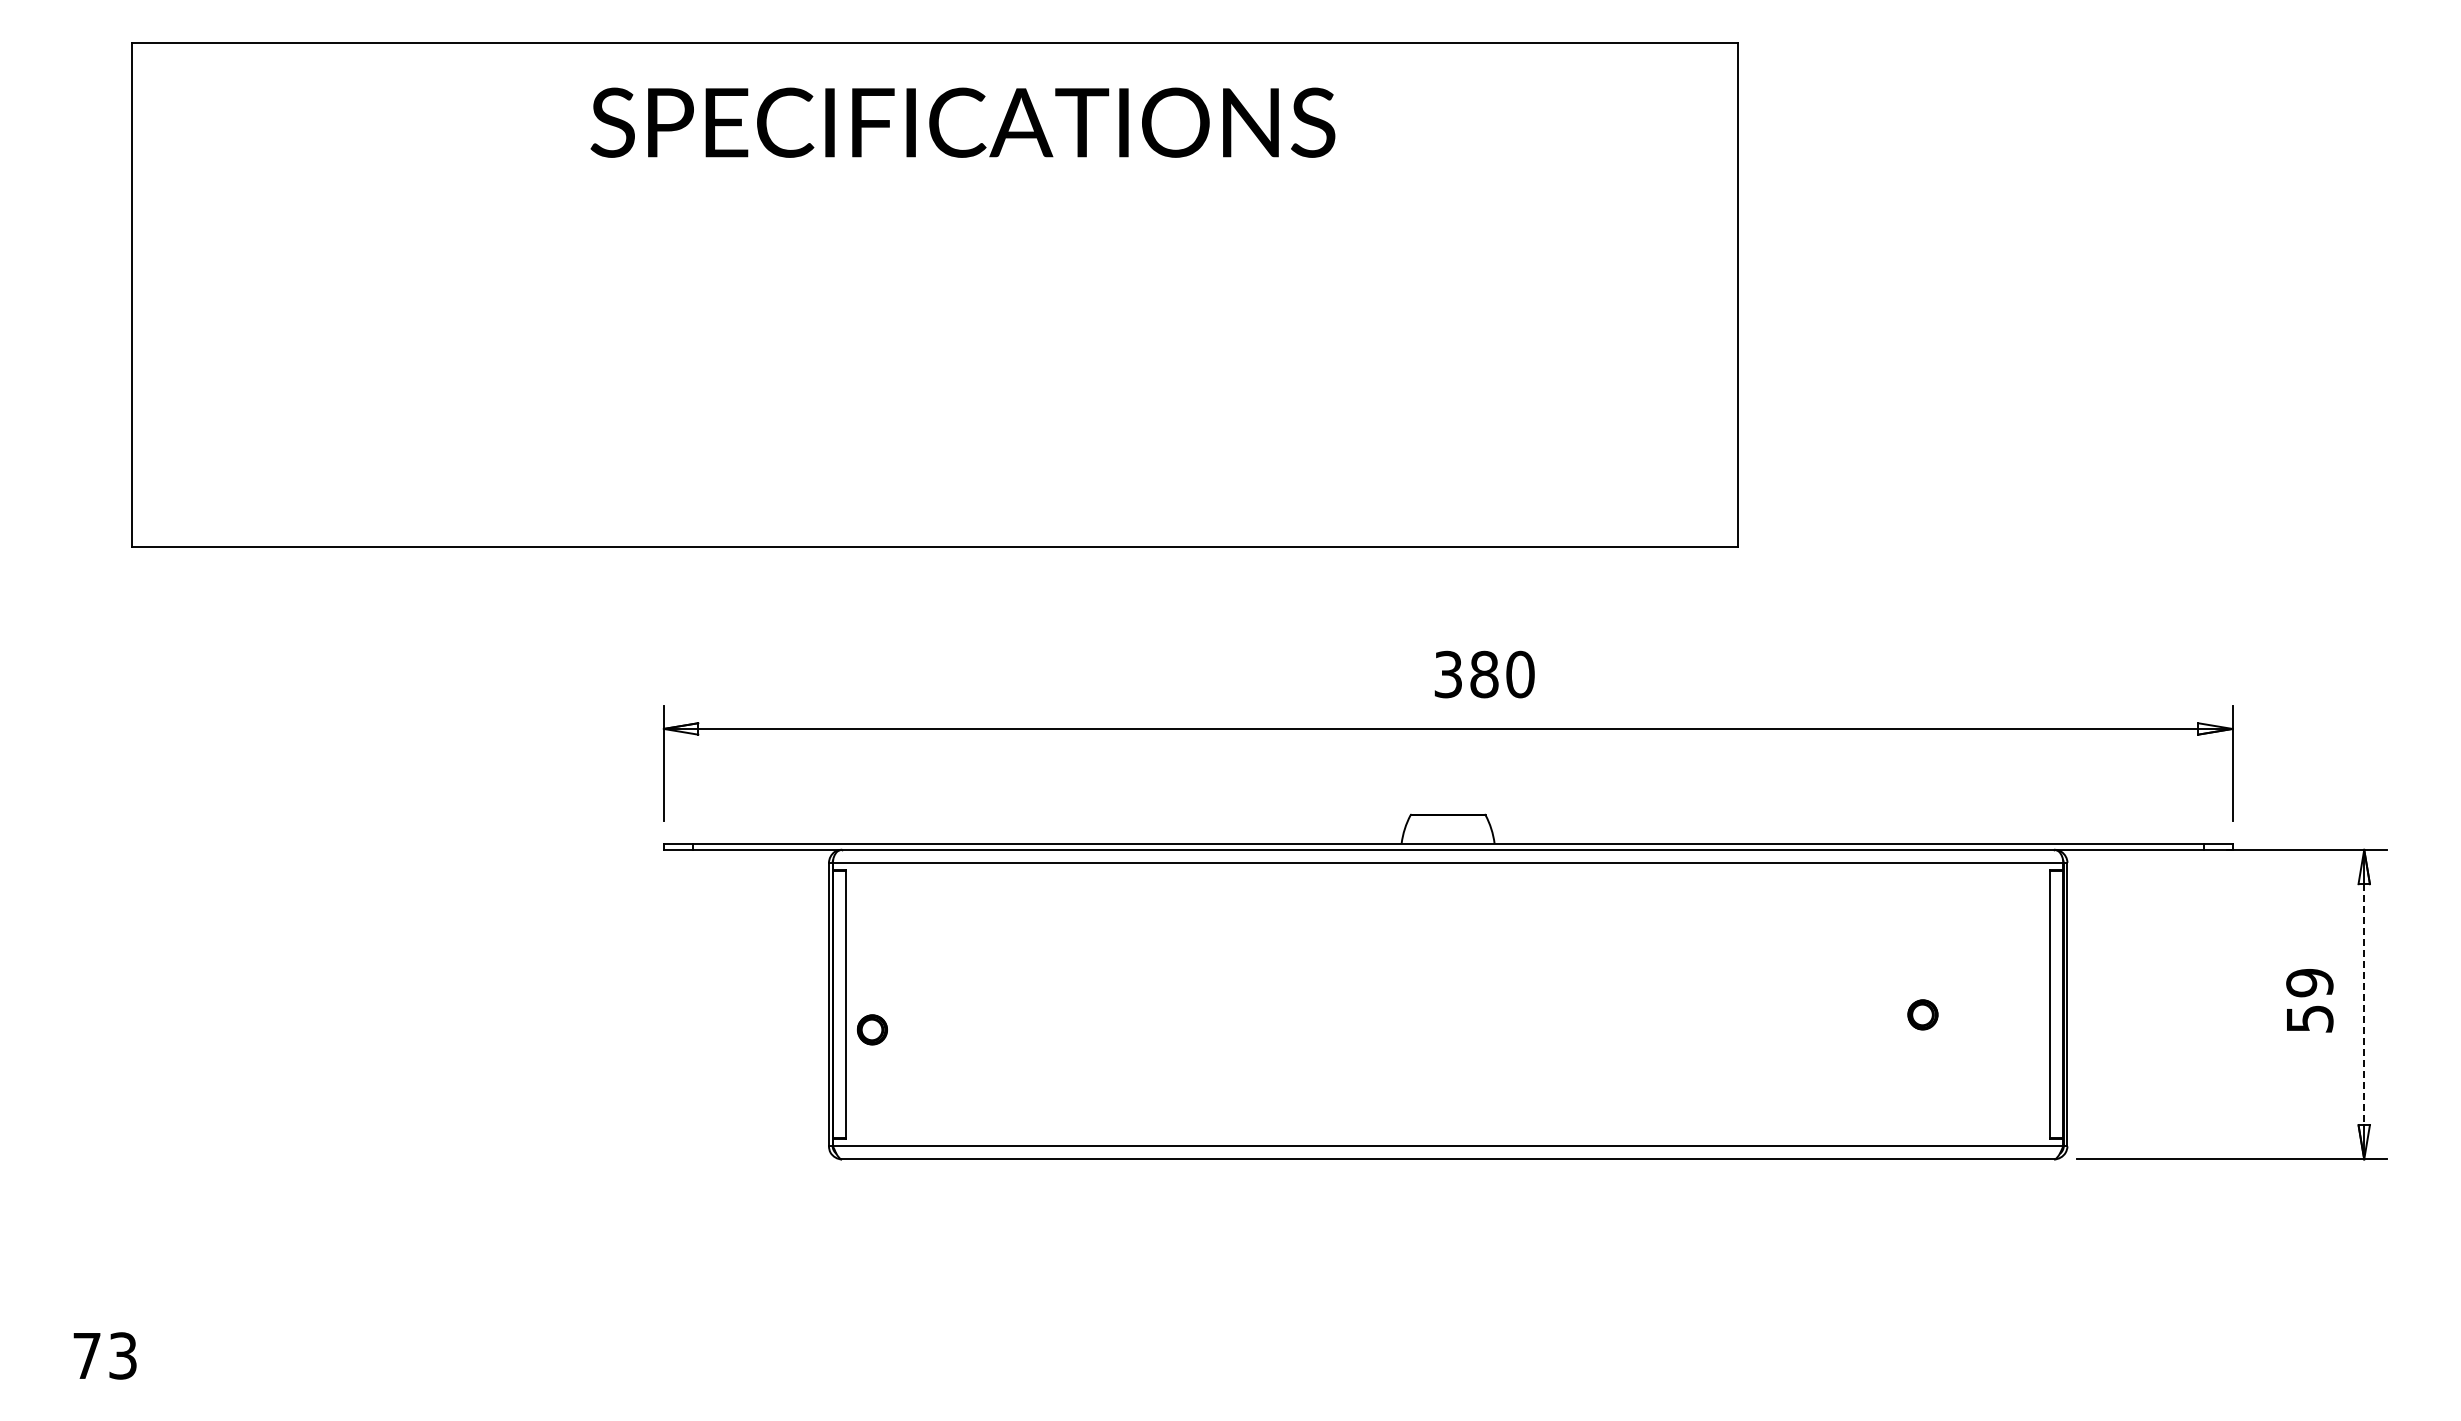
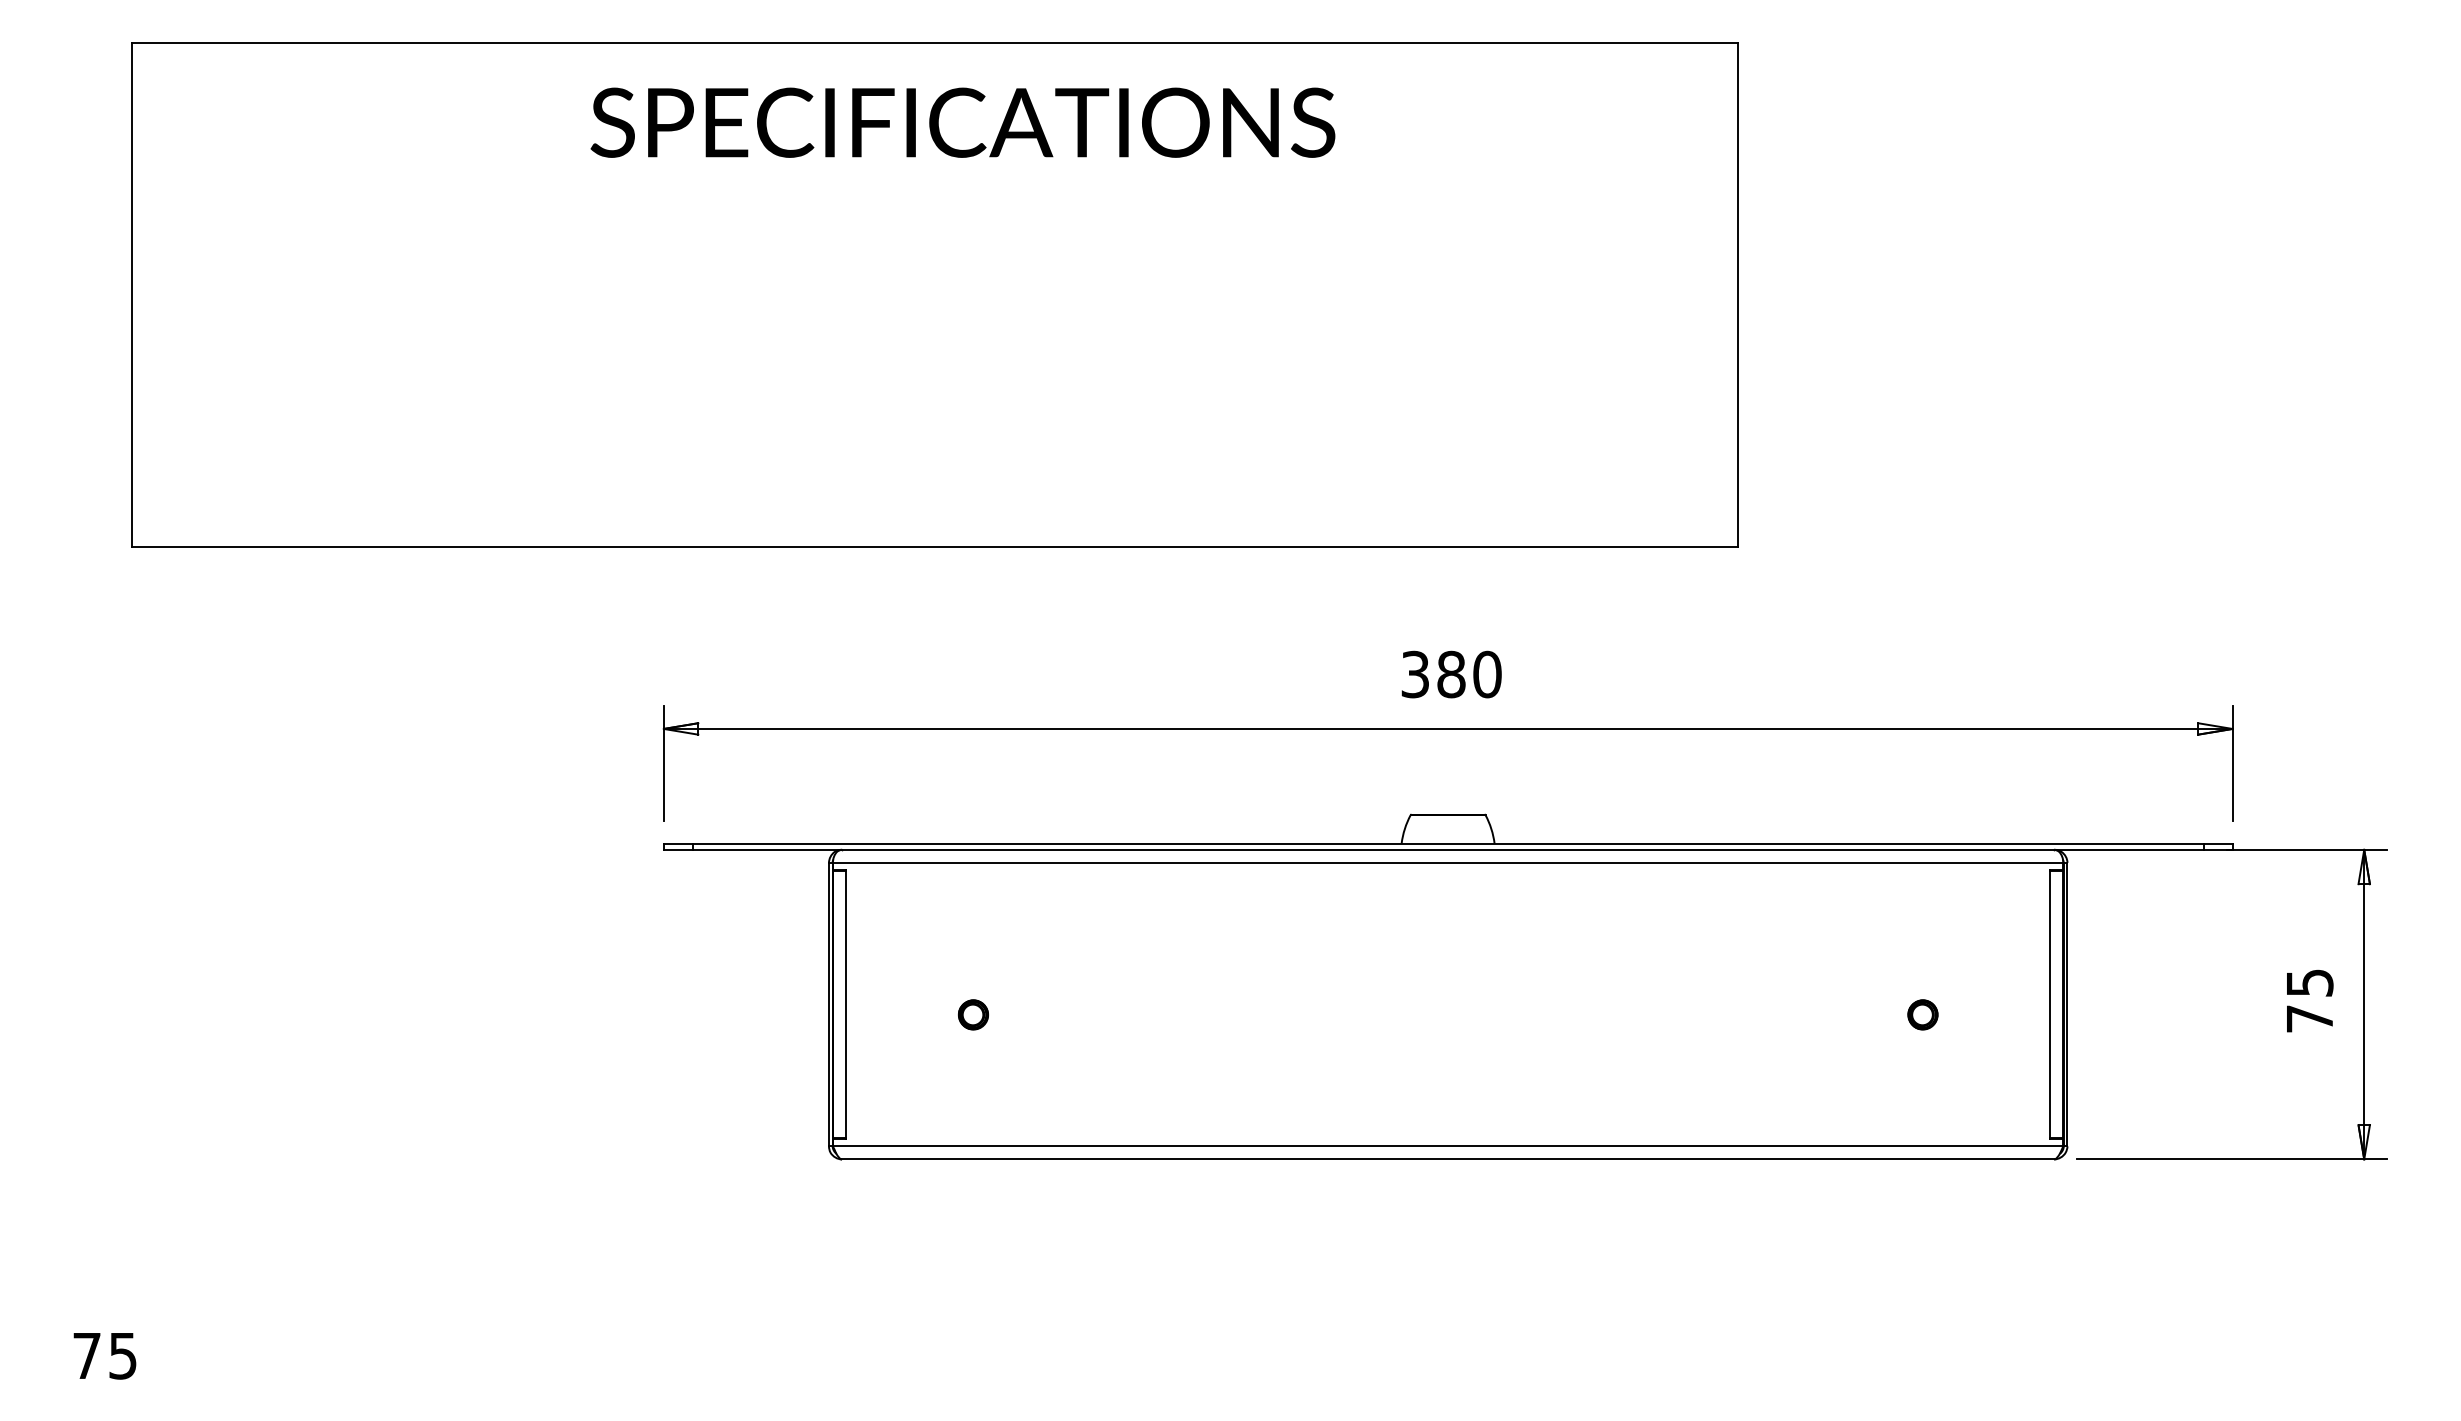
text at (1484, 674) position: (1484, 674) -> (1451, 674)
text at (2309, 1000): 59 -> 75
line at (2364, 1005): dashed -> solid
part at (872, 1029) position: (872, 1029) -> (973, 1014)
text at (123, 1355): 73 -> 75
